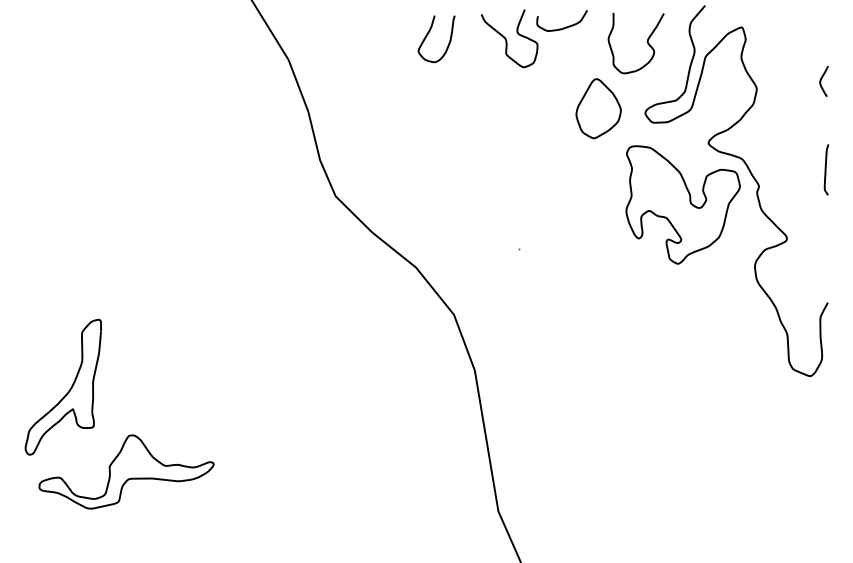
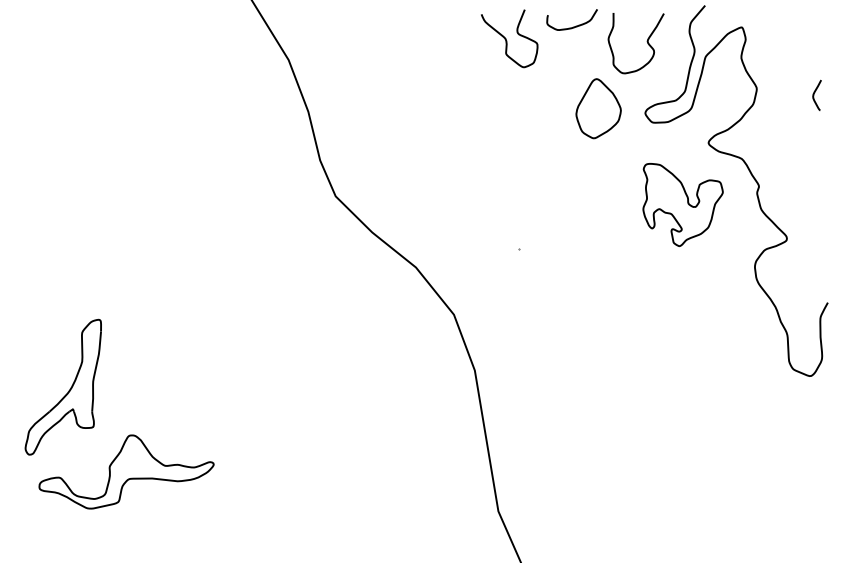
curve at (563, 27) position: (563, 27) -> (573, 26)
curve at (428, 34): present -> none
curve at (821, 80) position: (821, 80) -> (814, 94)
curve at (826, 169): present -> none
part at (682, 204) size: 116x120 px -> 82x84 px
